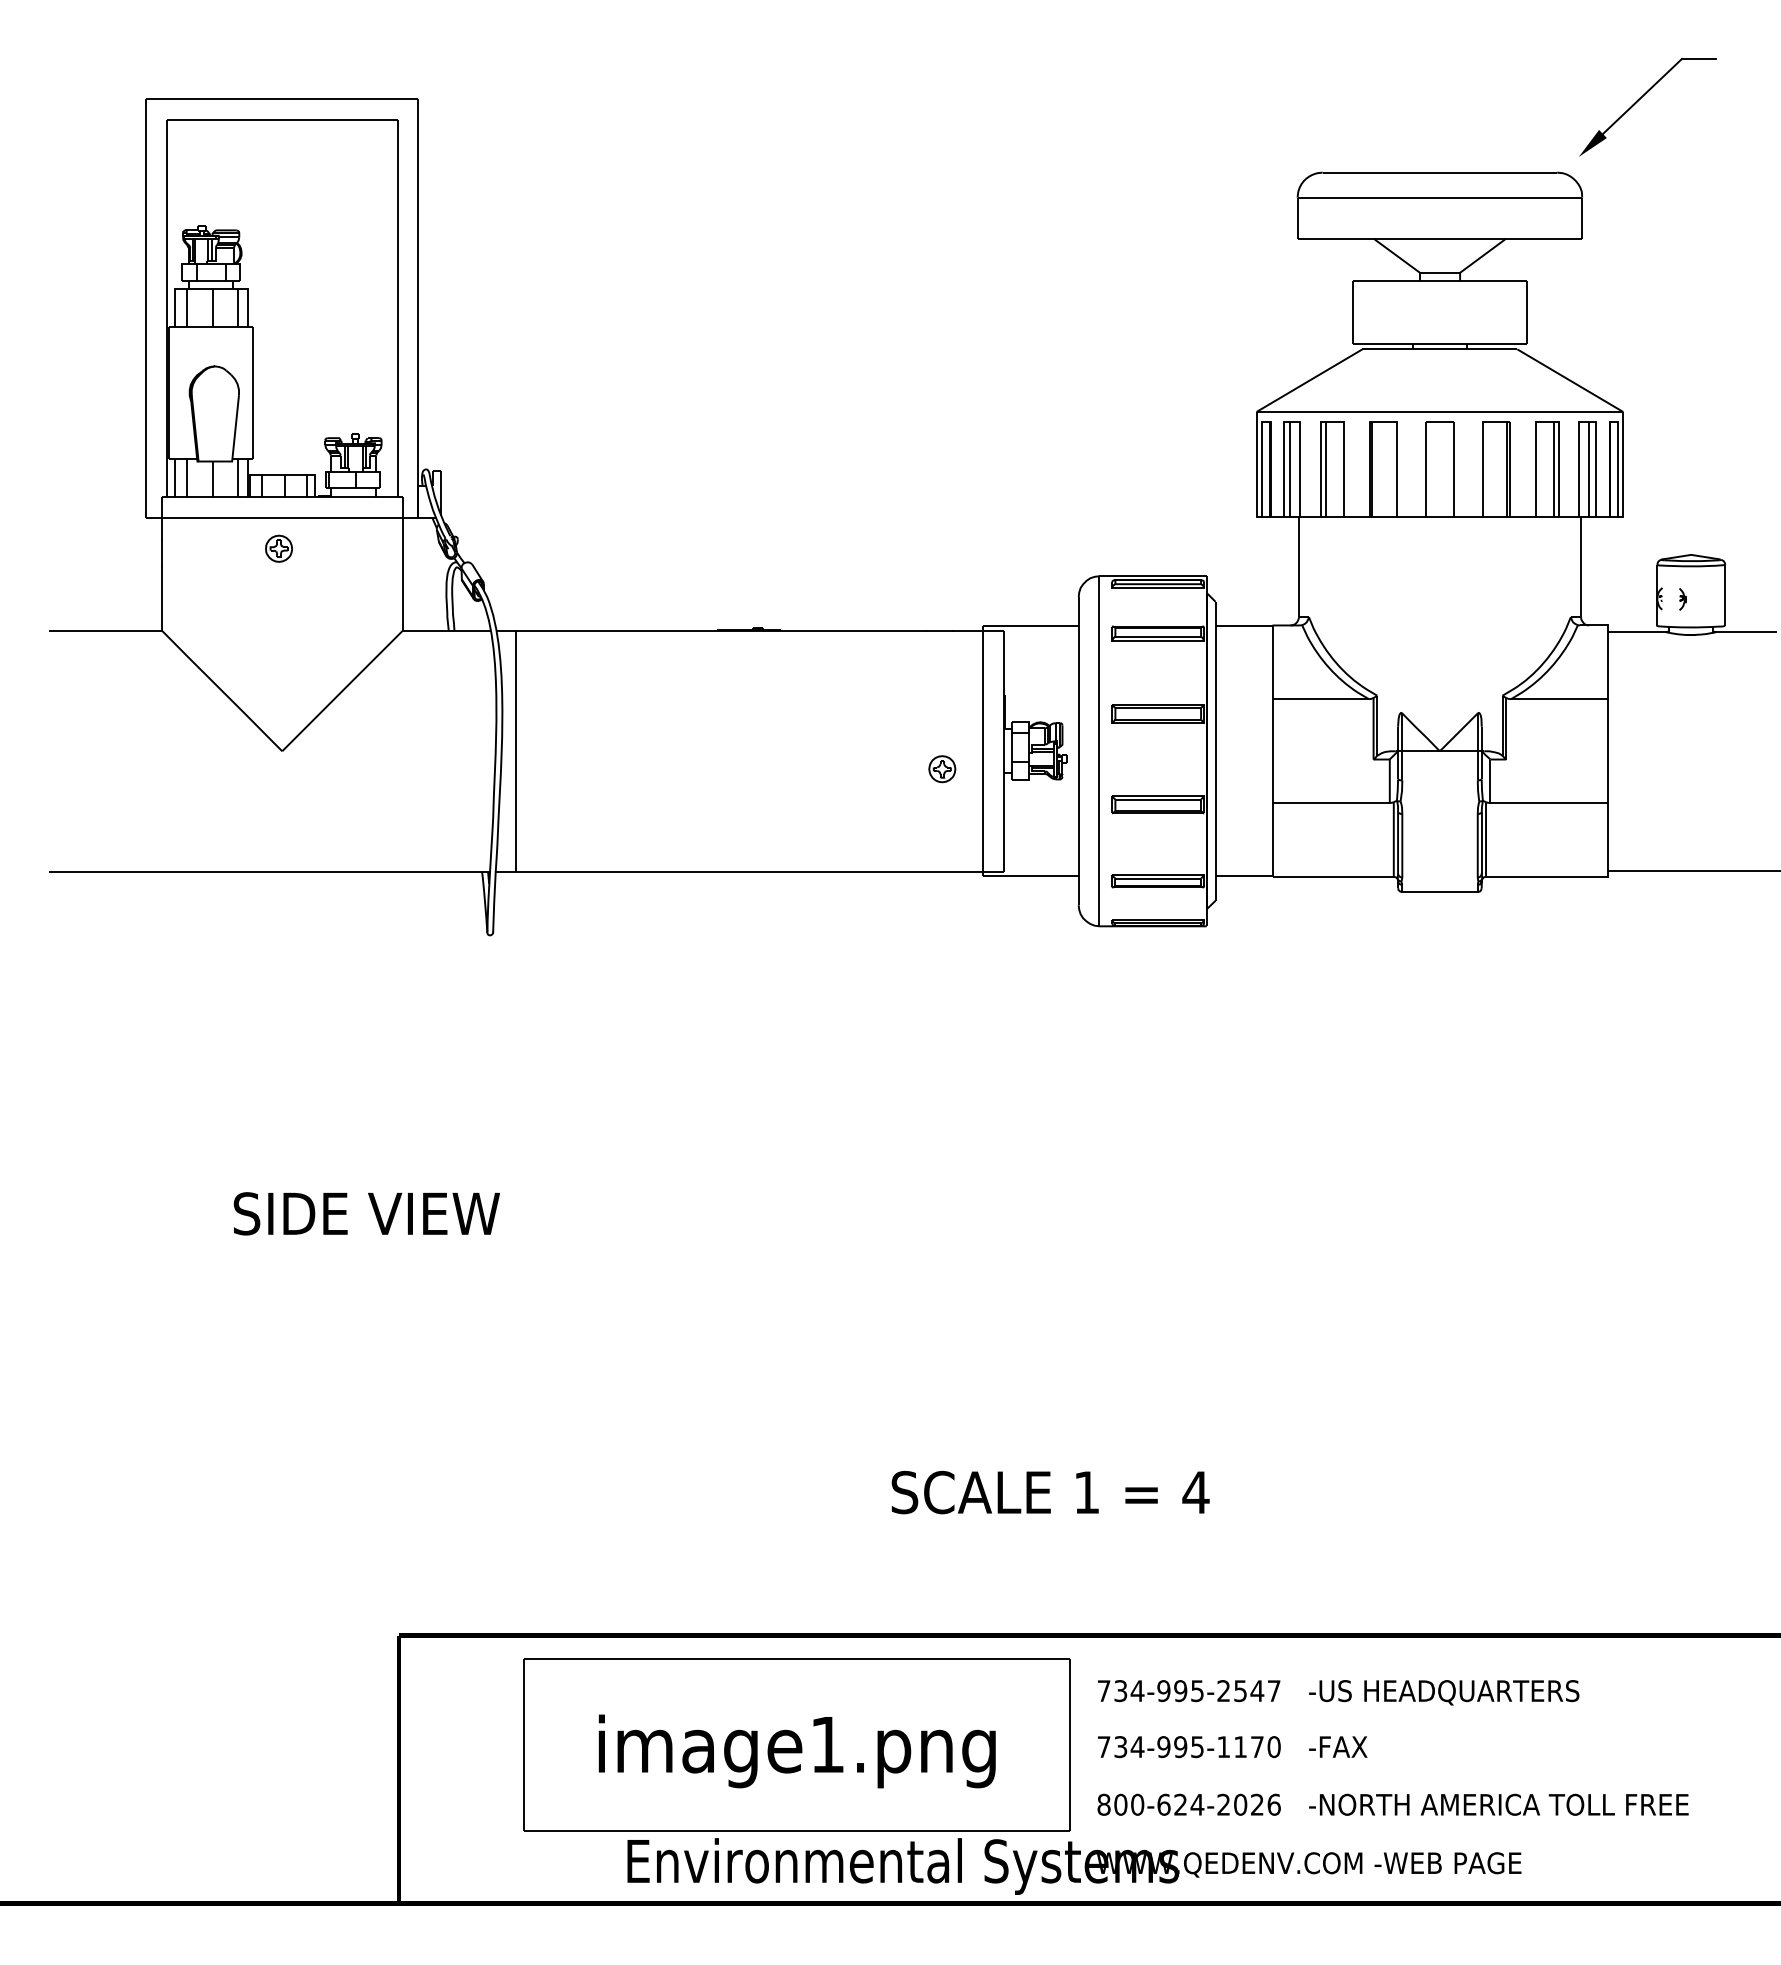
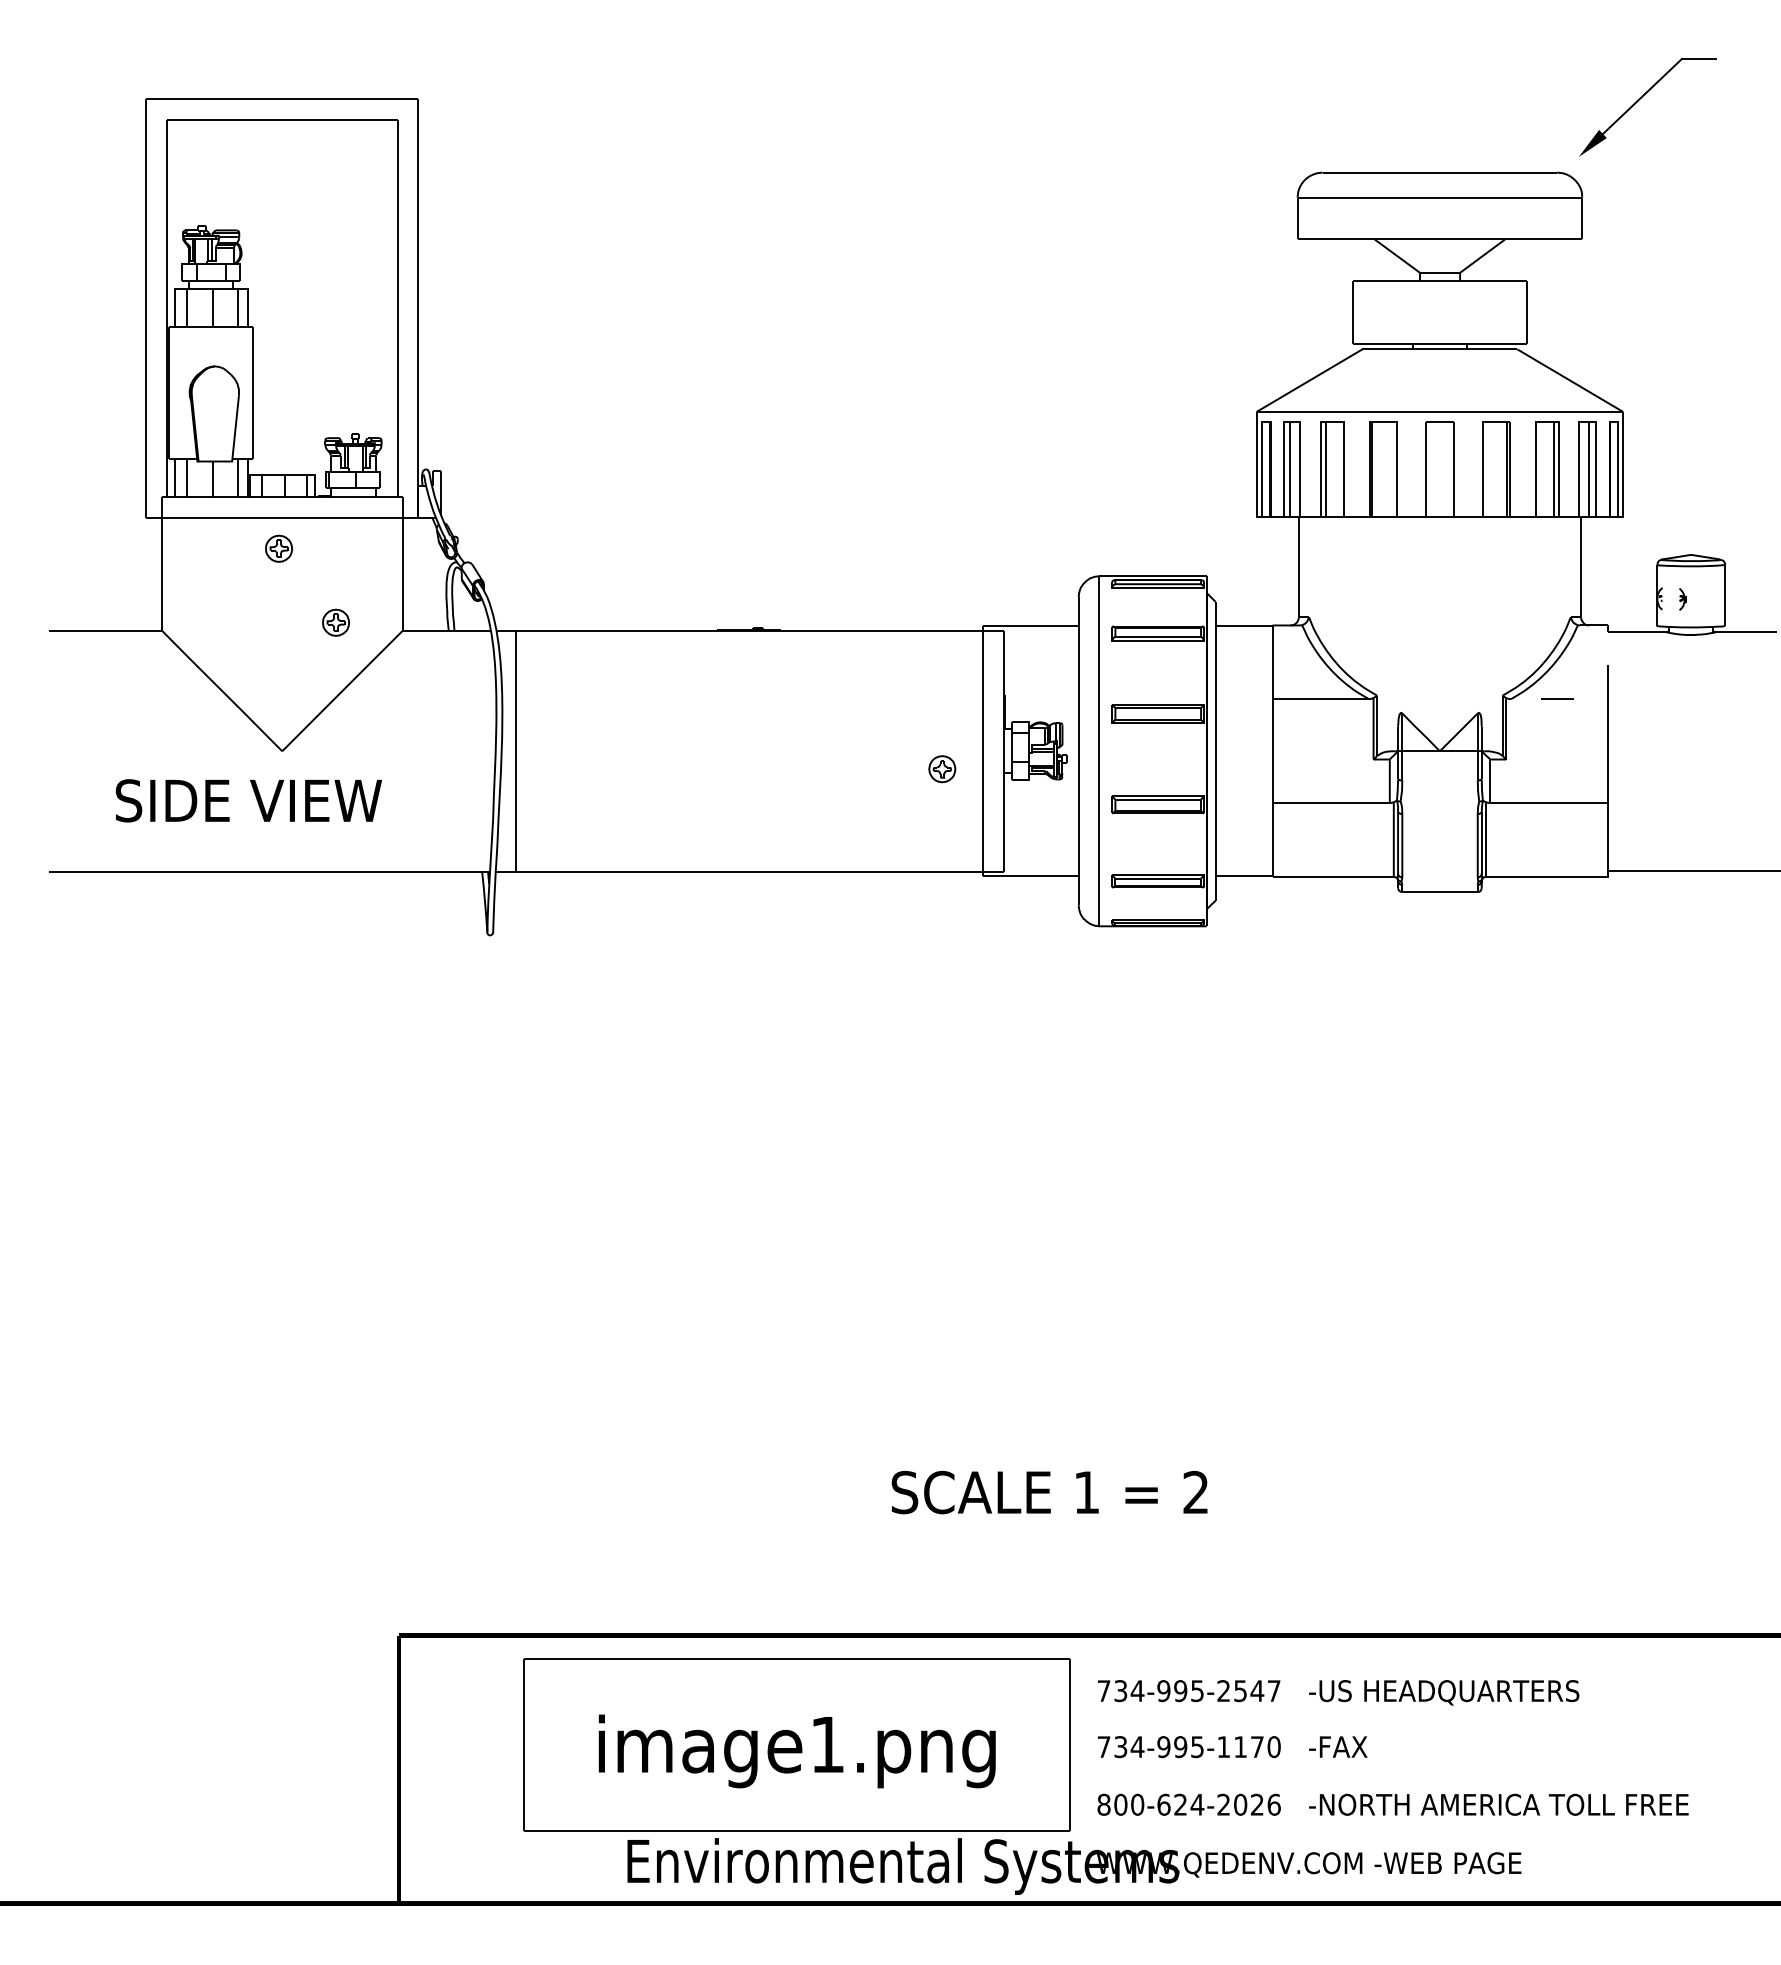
part at (335, 622): none -> present
line at (1607, 697): solid -> dashed
text at (366, 1213) position: (366, 1213) -> (248, 800)
text at (1195, 1491): 4 -> 2
